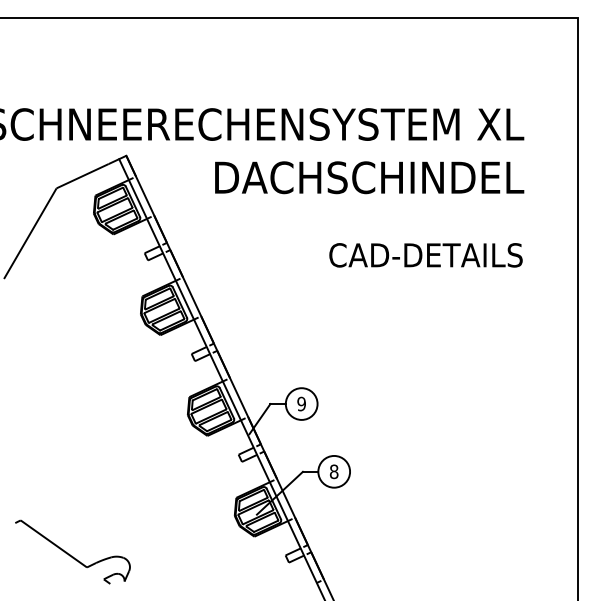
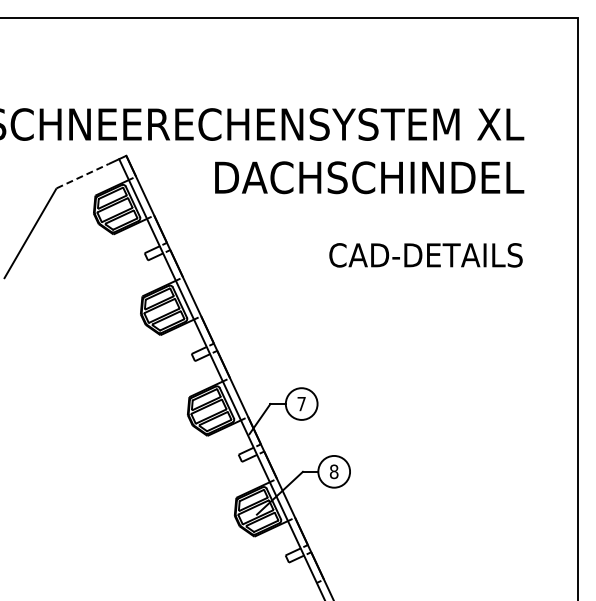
line at (82, 176): solid -> dashed
text at (301, 403): 9 -> 7
part at (72, 551): present -> none
